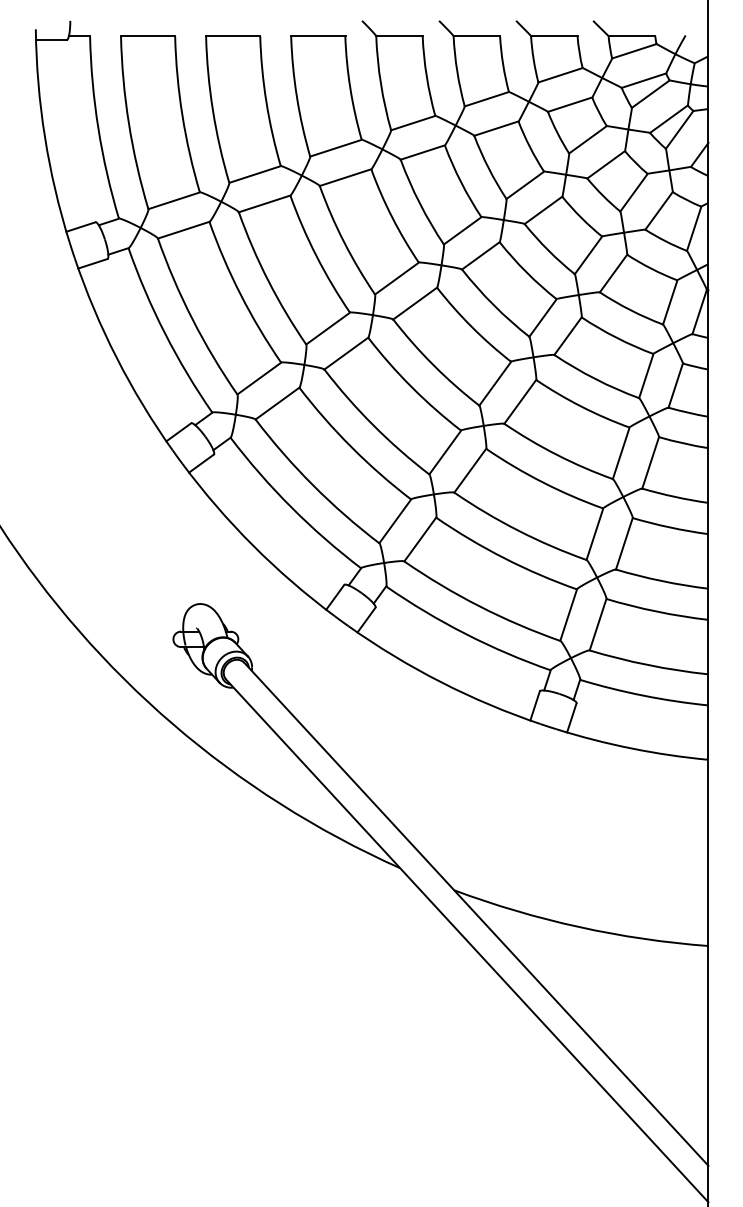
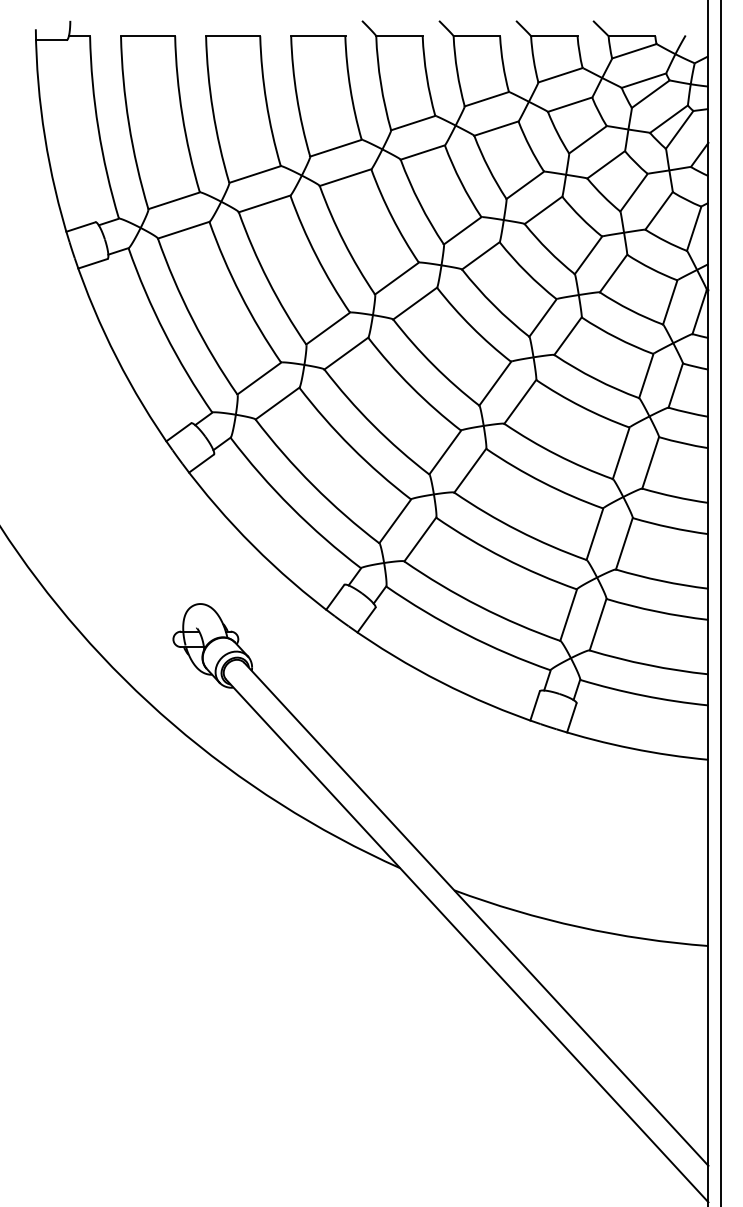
line at (720, 602): none -> present
